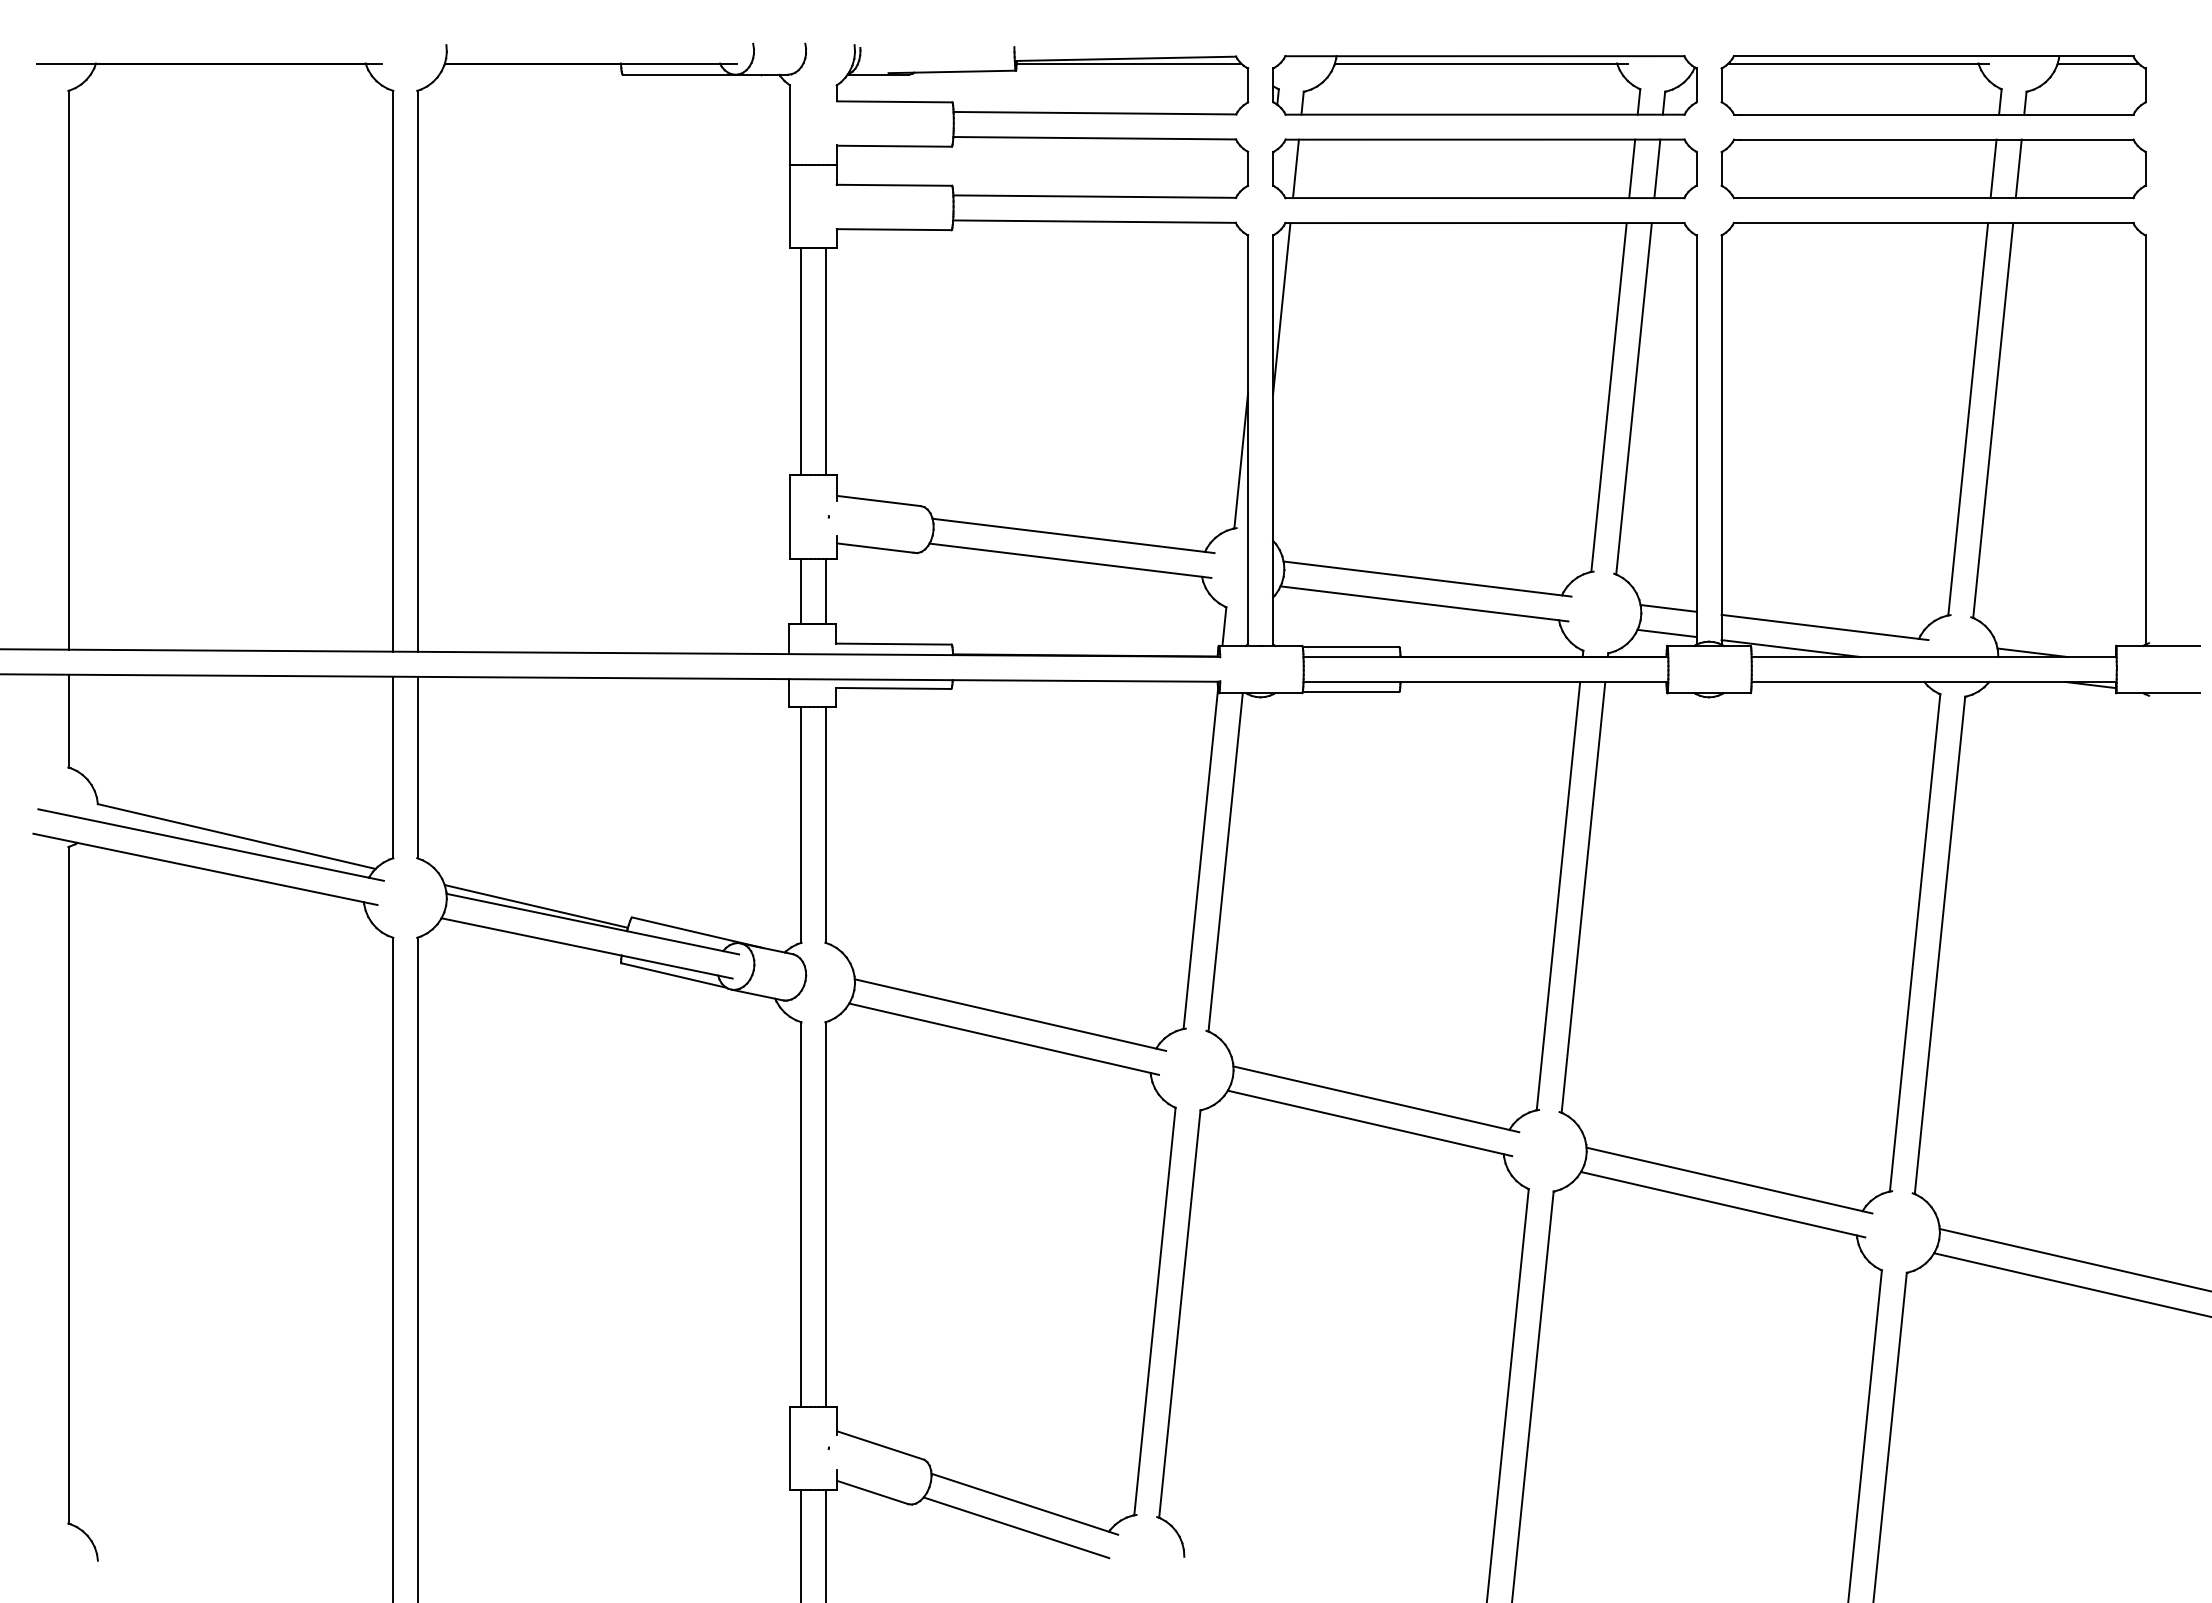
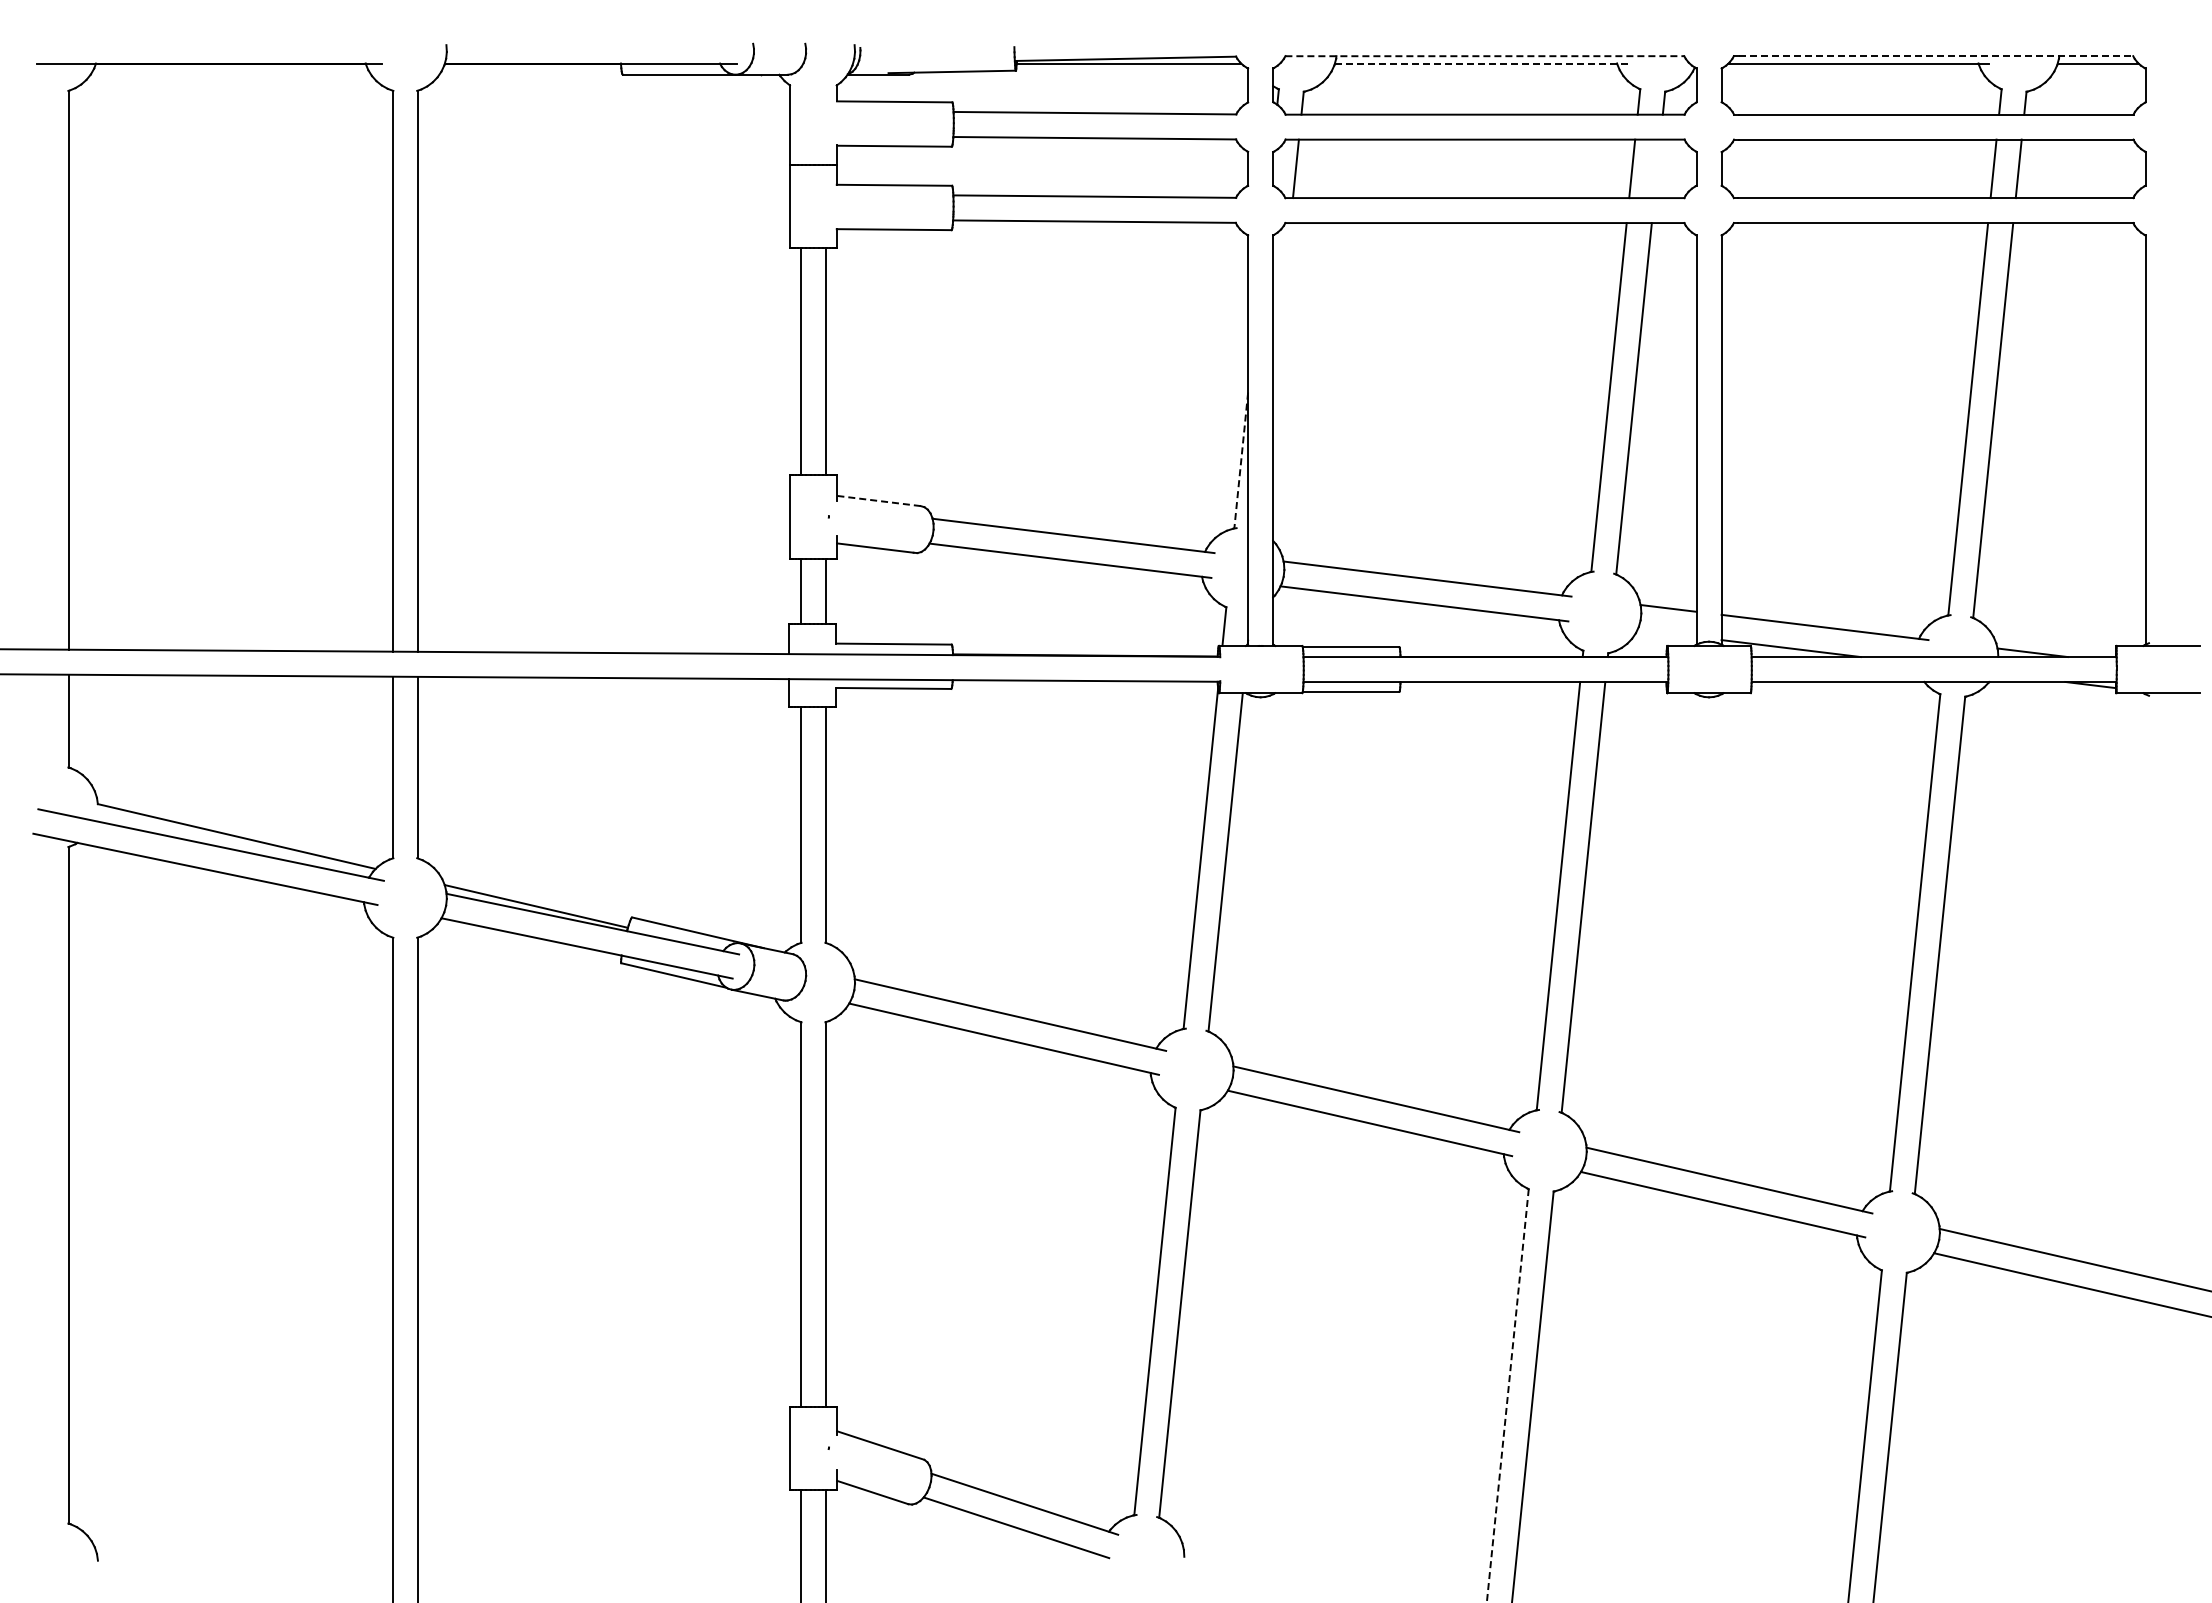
line at (1484, 56): solid -> dashed
line at (1936, 56): solid -> dashed
line at (1481, 63): solid -> dashed
line at (1657, 168): present -> none
line at (1281, 308): present -> none
line at (1241, 461): solid -> dashed
line at (878, 500): solid -> dashed
line at (1666, 633): present -> none
line at (1507, 1395): solid -> dashed
